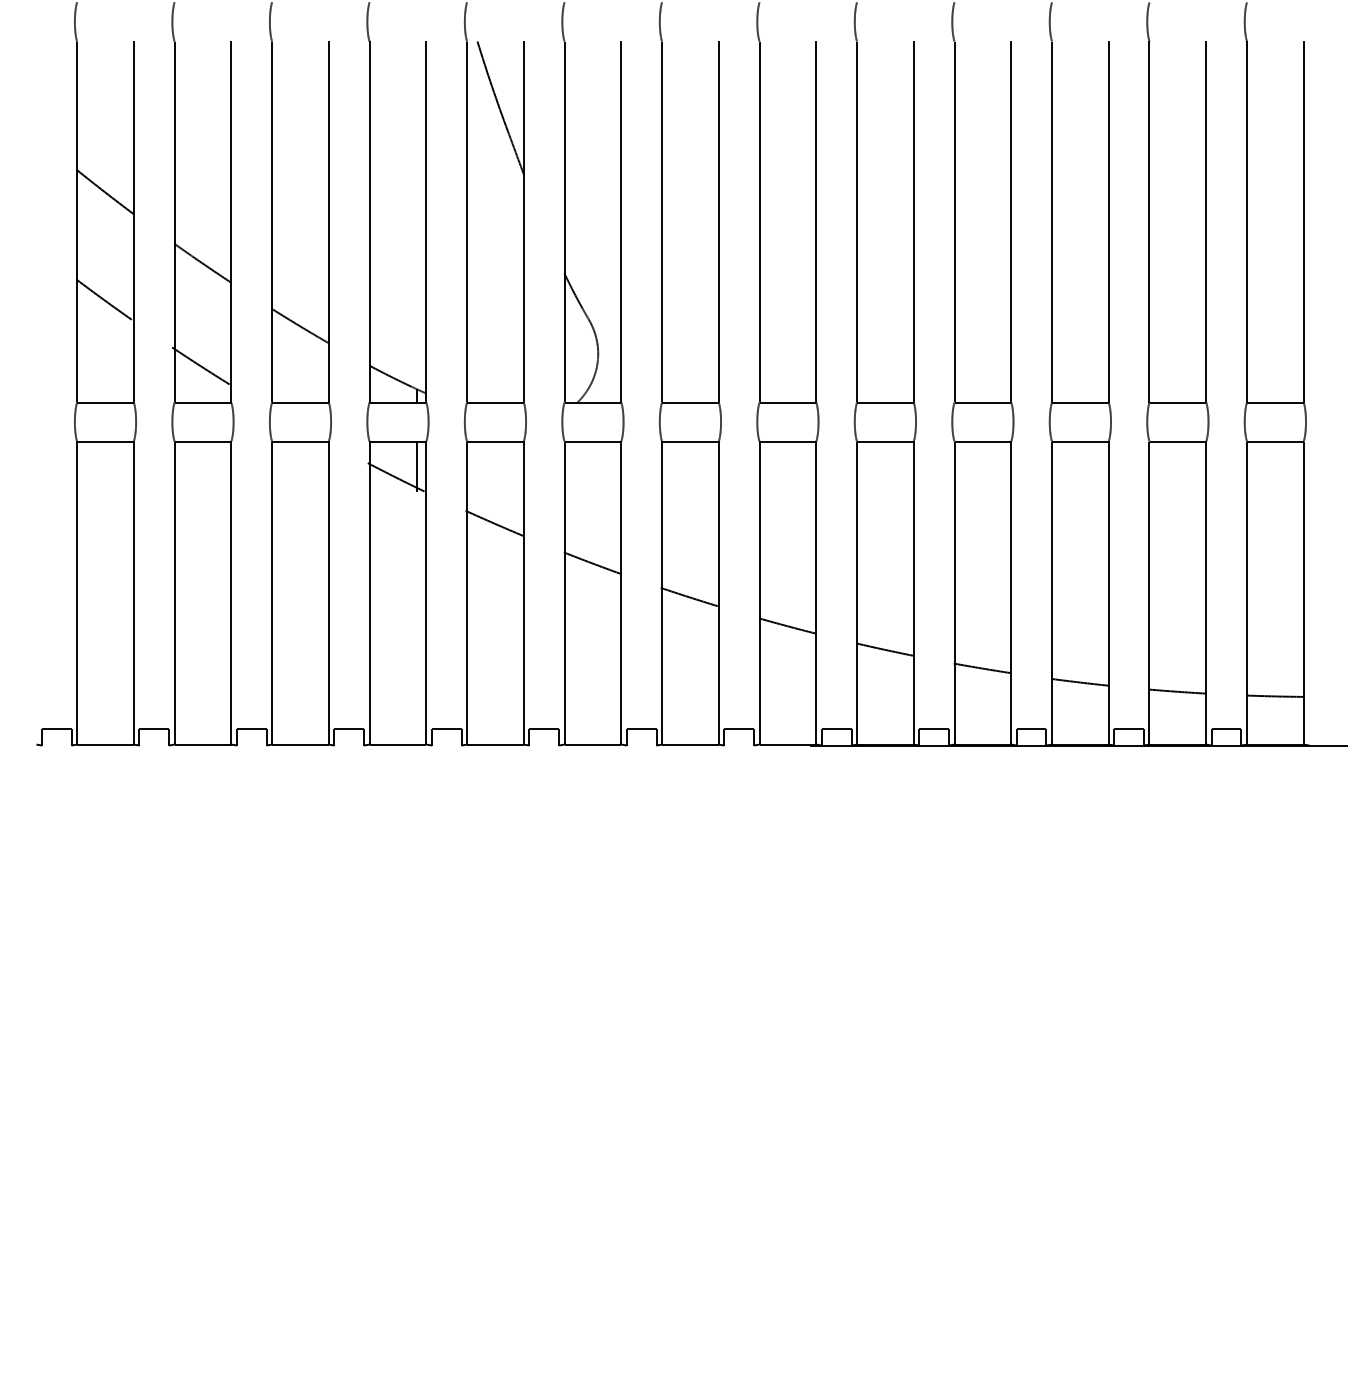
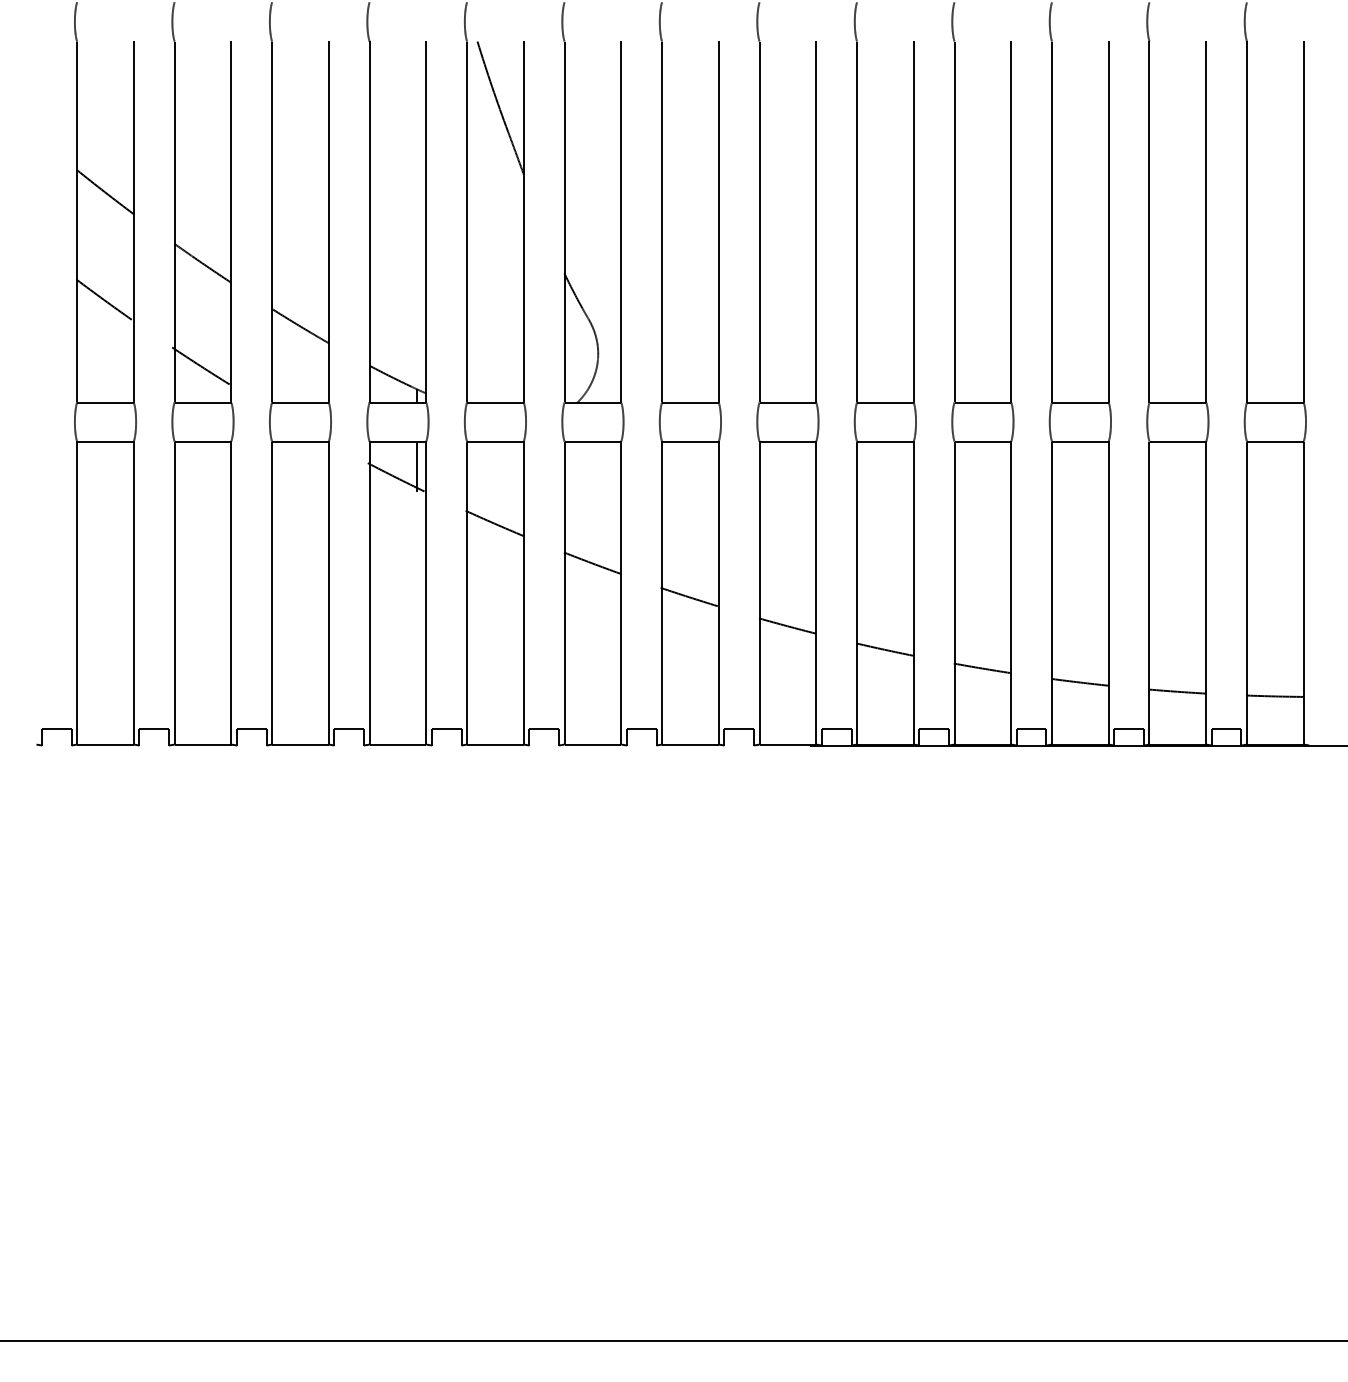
line at (673, 1340): none -> present
